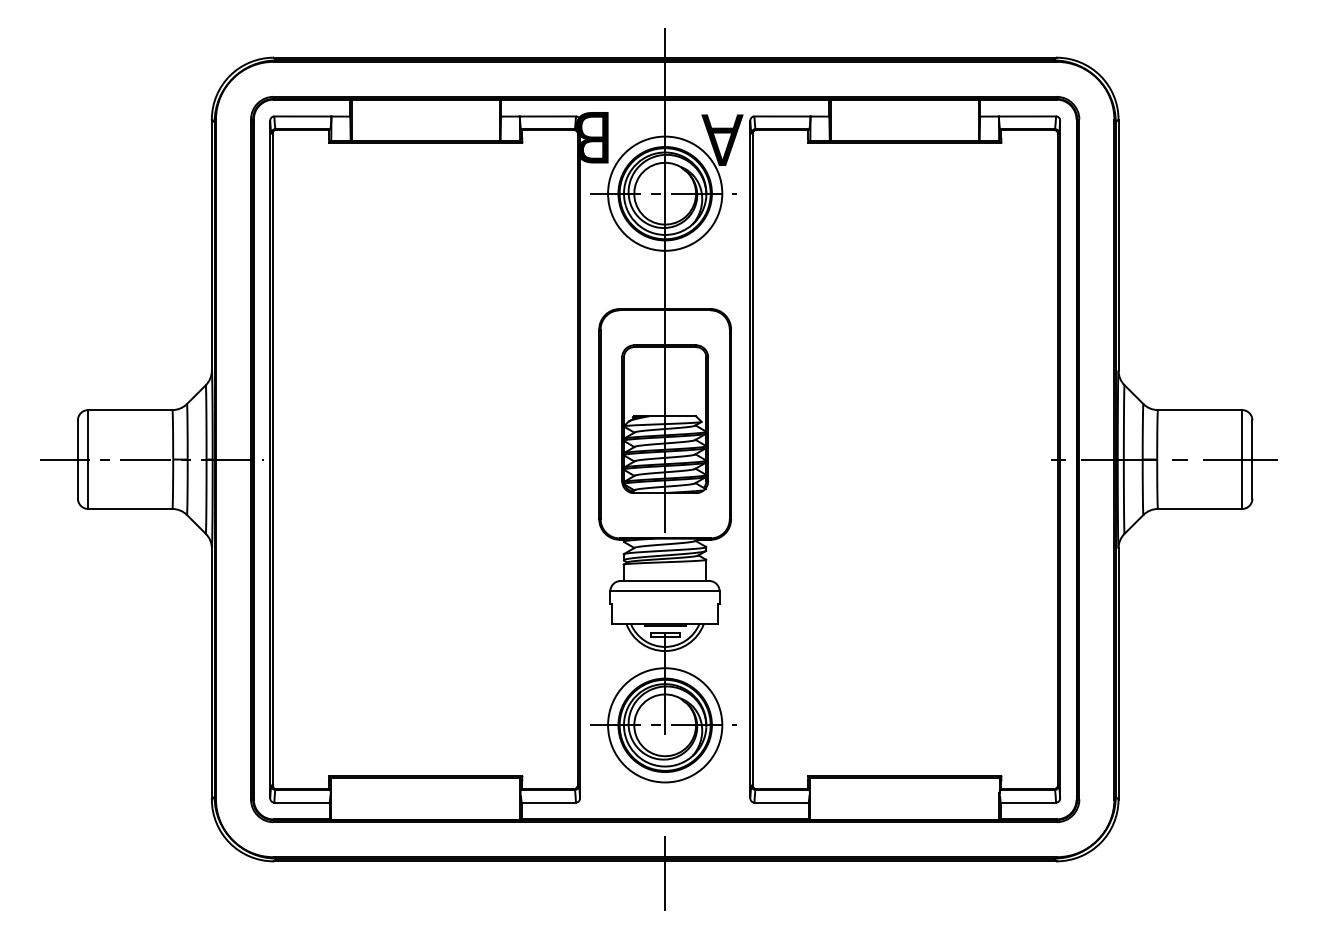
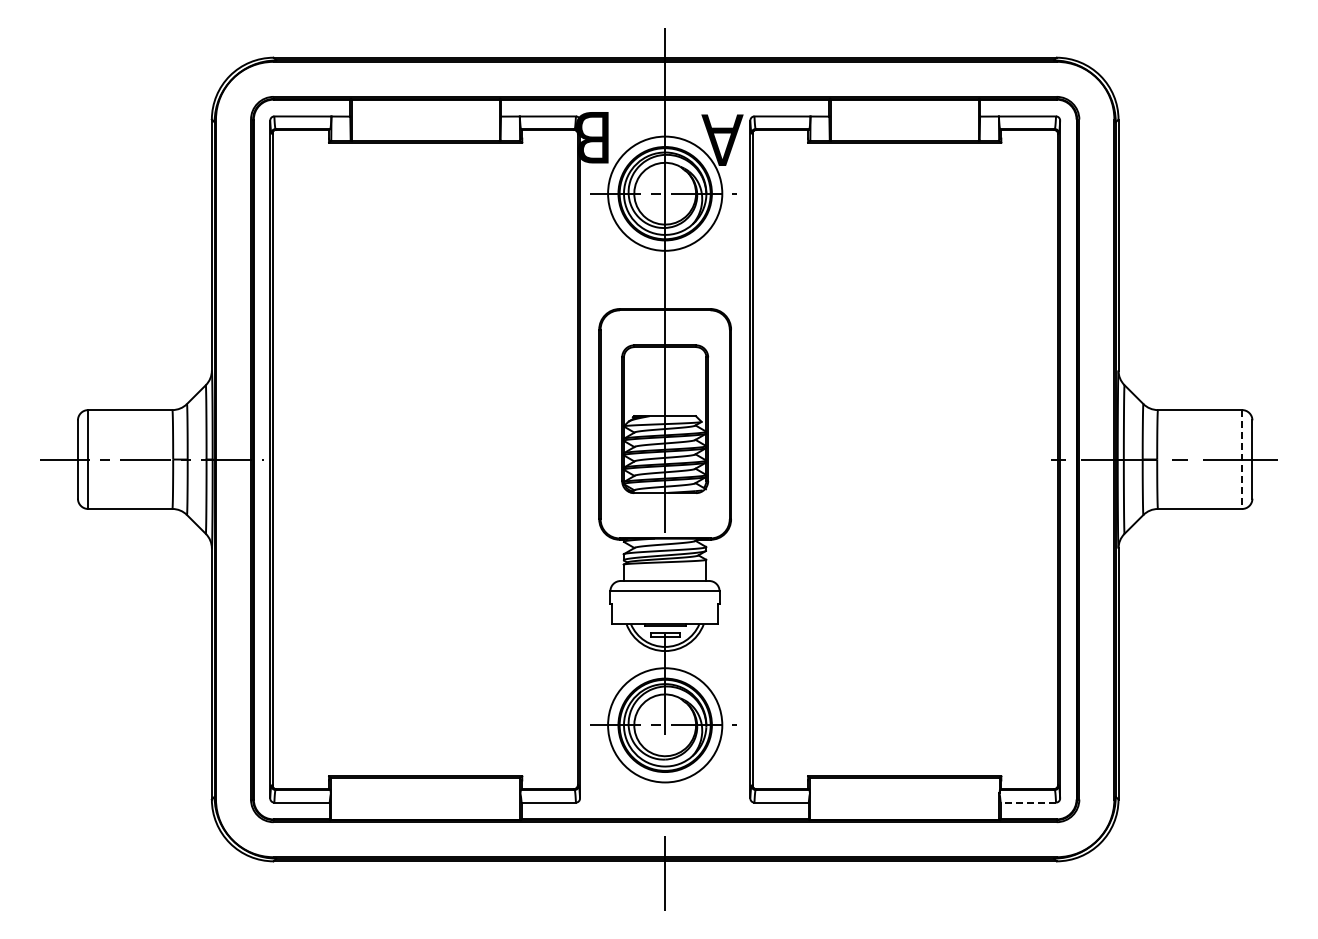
line at (1242, 460): solid -> dashed
line at (1028, 802): solid -> dashed
